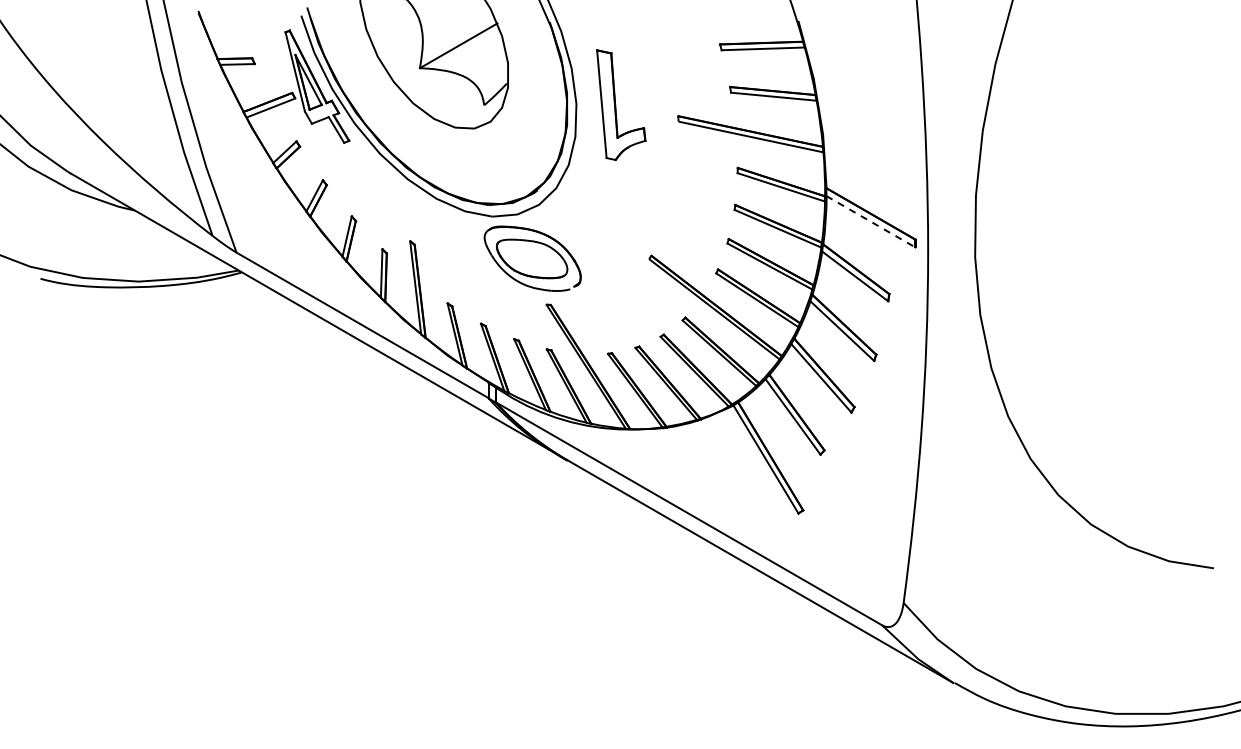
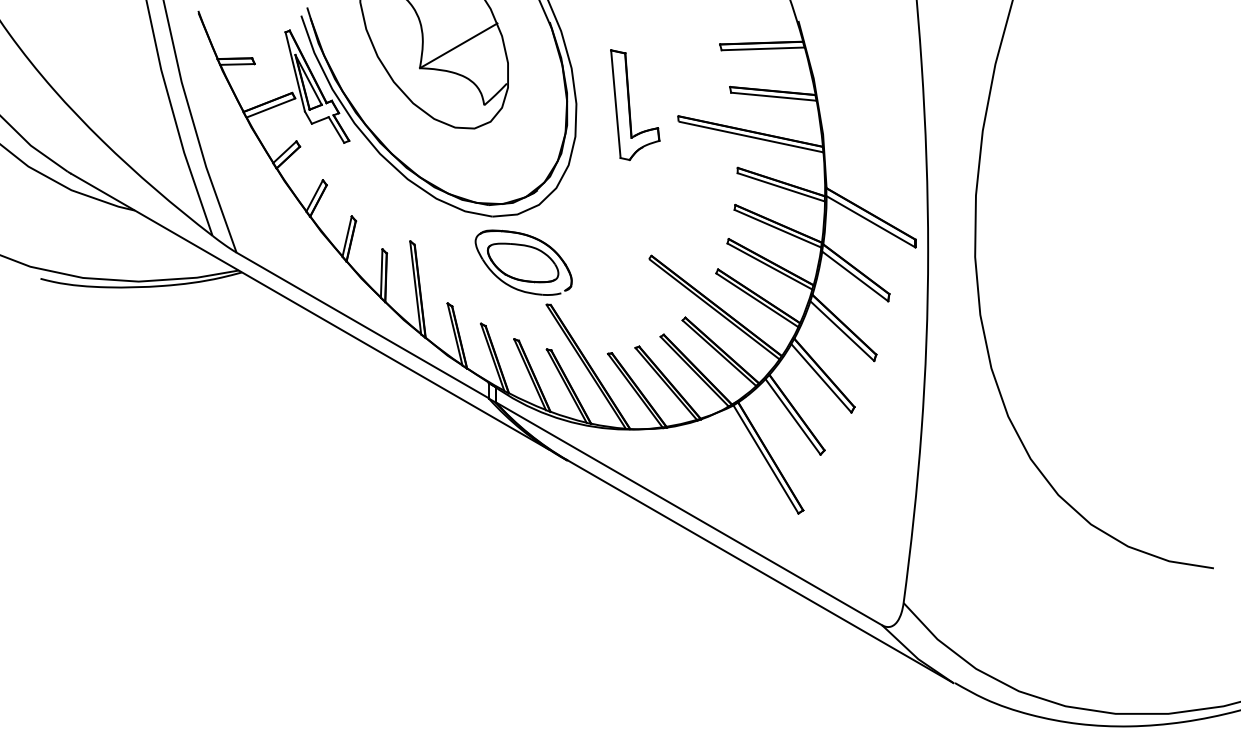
part at (621, 105) position: (621, 105) -> (635, 105)
line at (871, 222): dashed -> solid
part at (532, 258) position: (532, 258) -> (523, 262)
